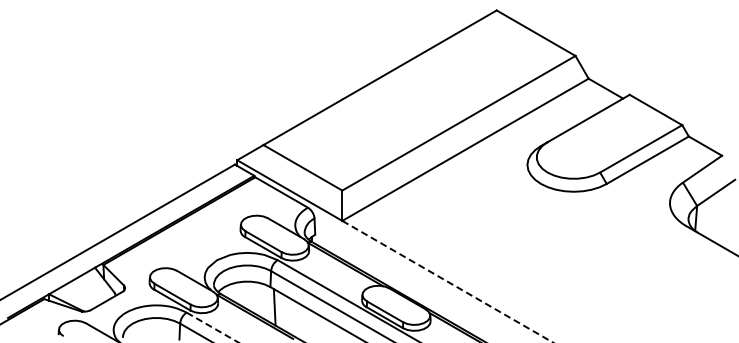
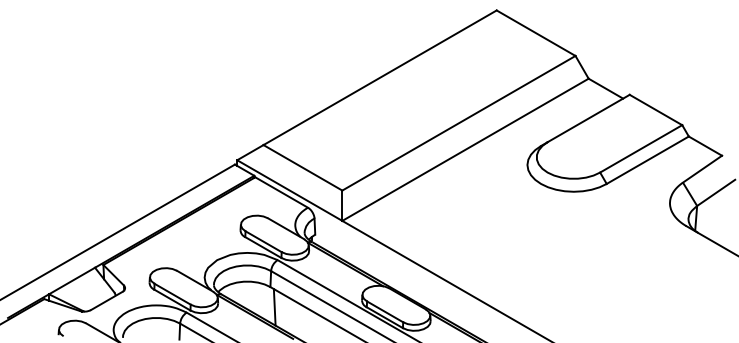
line at (447, 281): dashed -> solid
line at (212, 327): dashed -> solid
